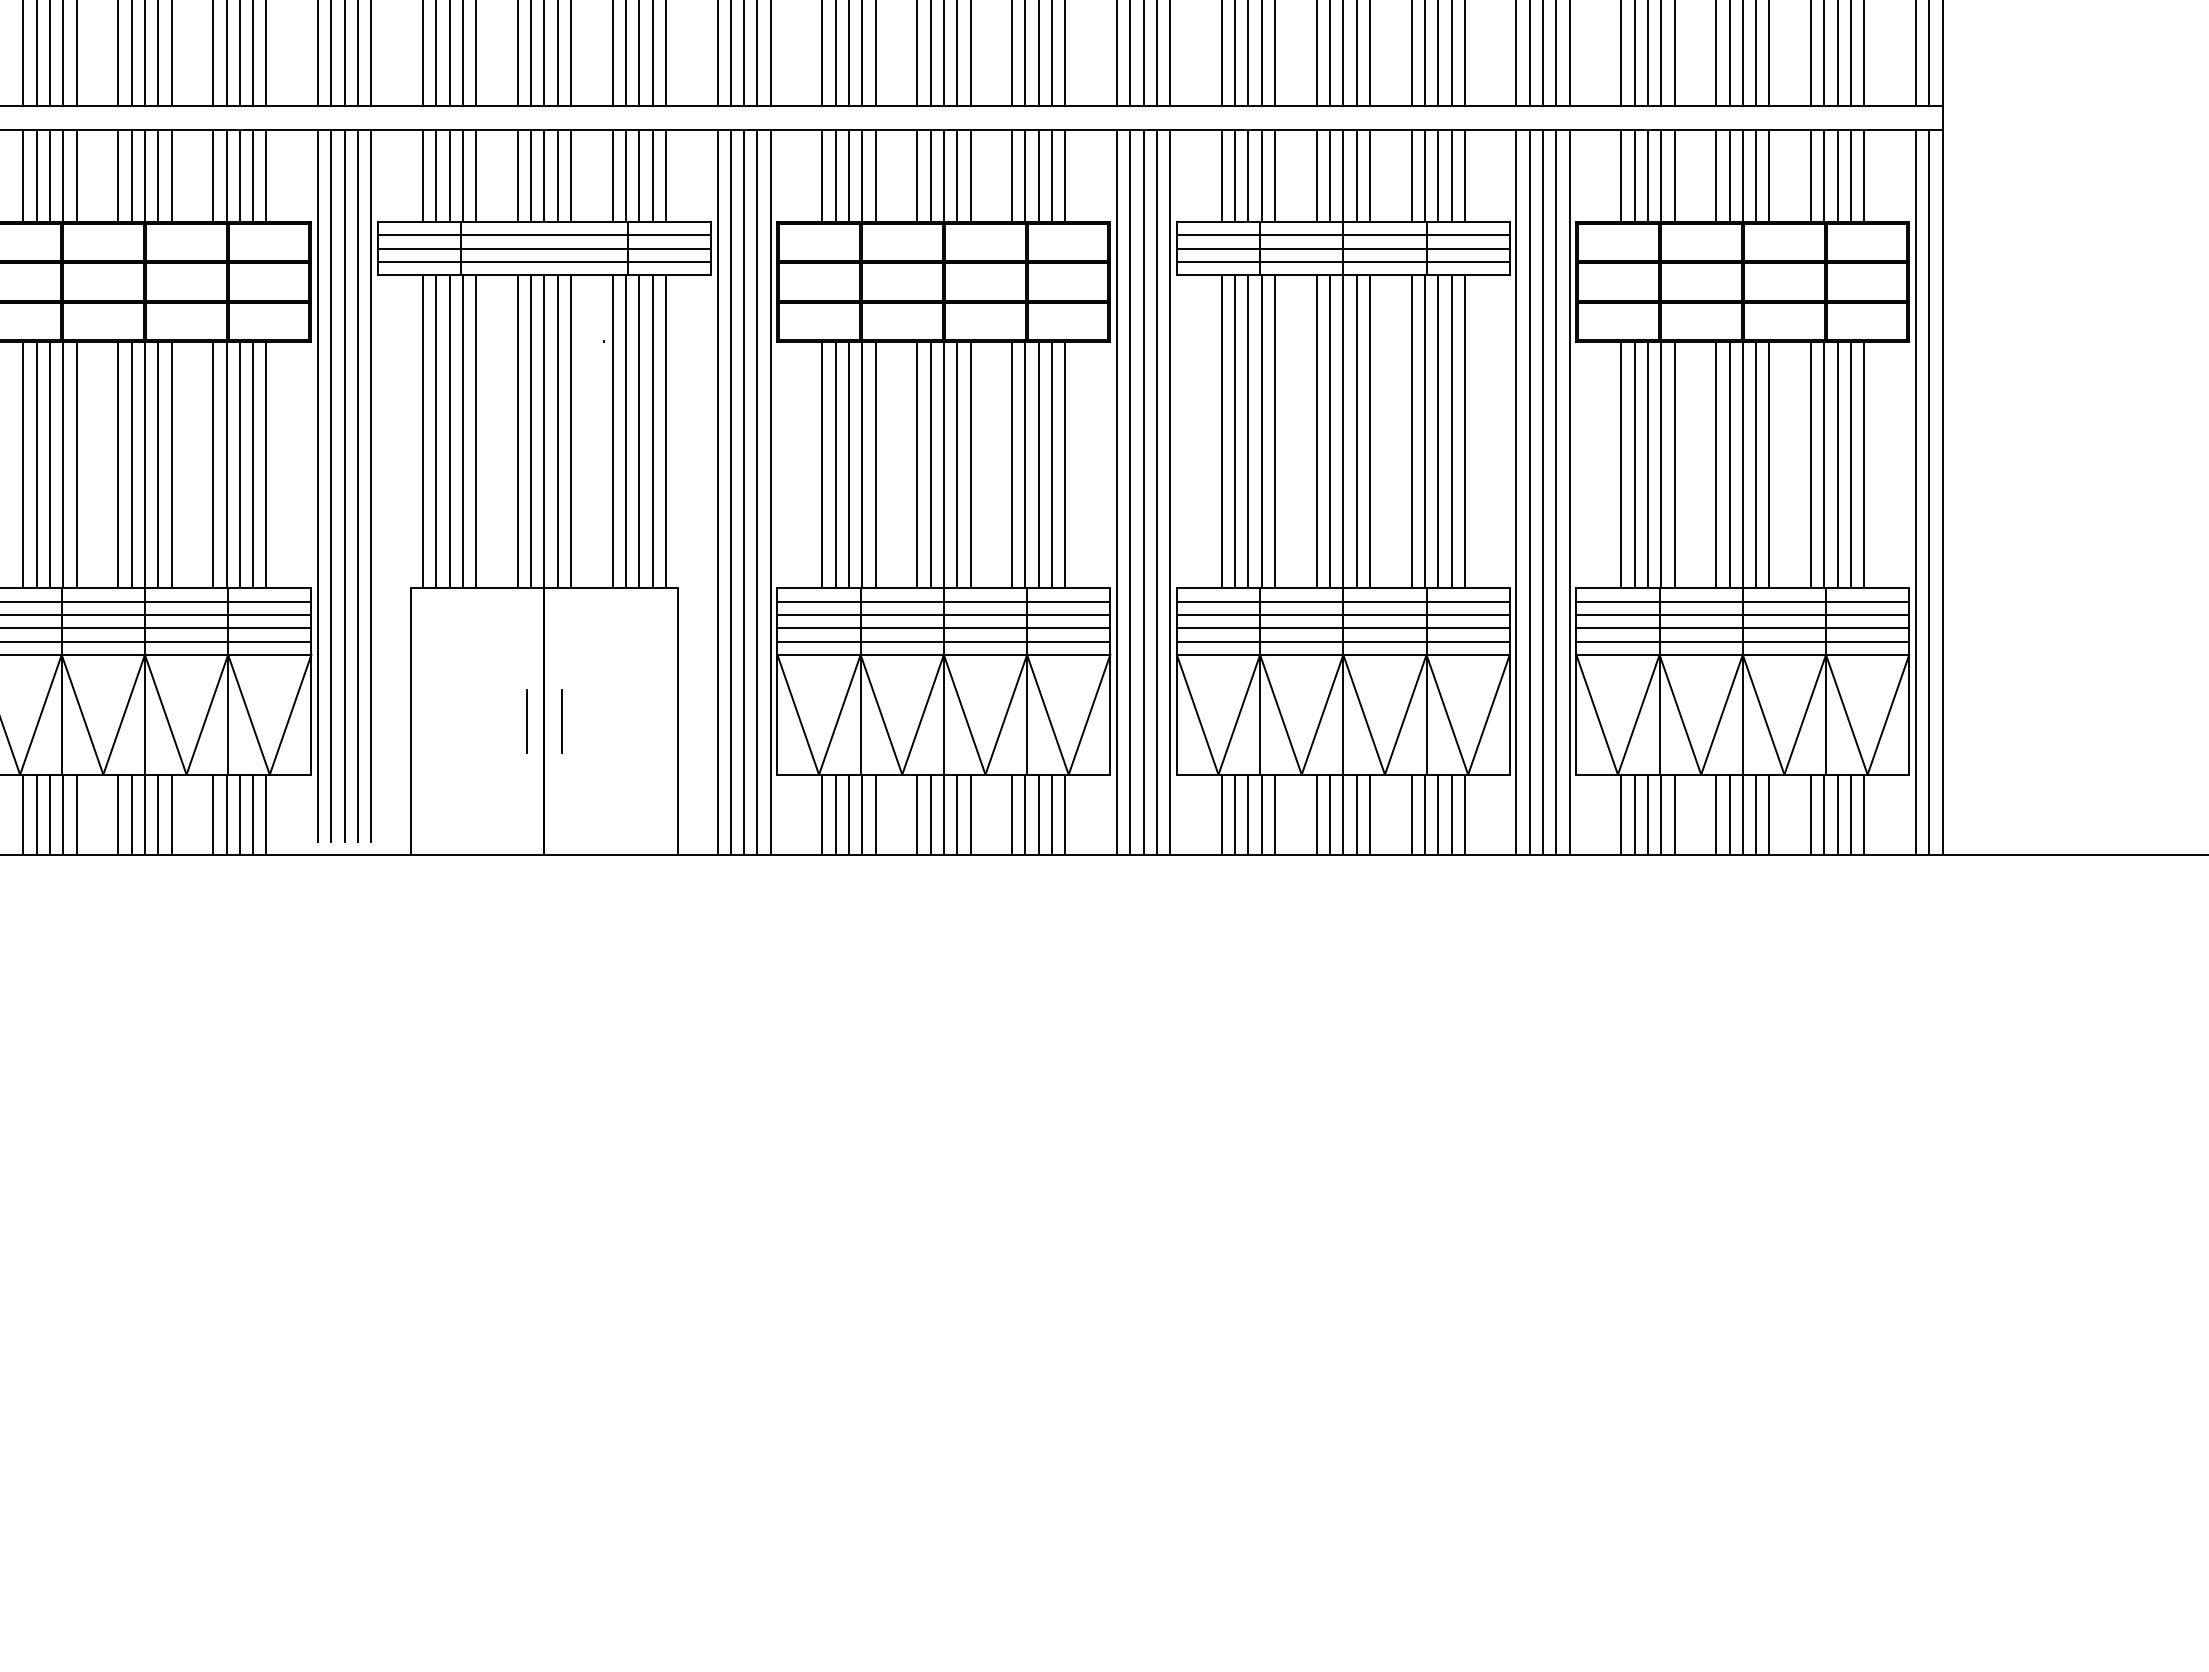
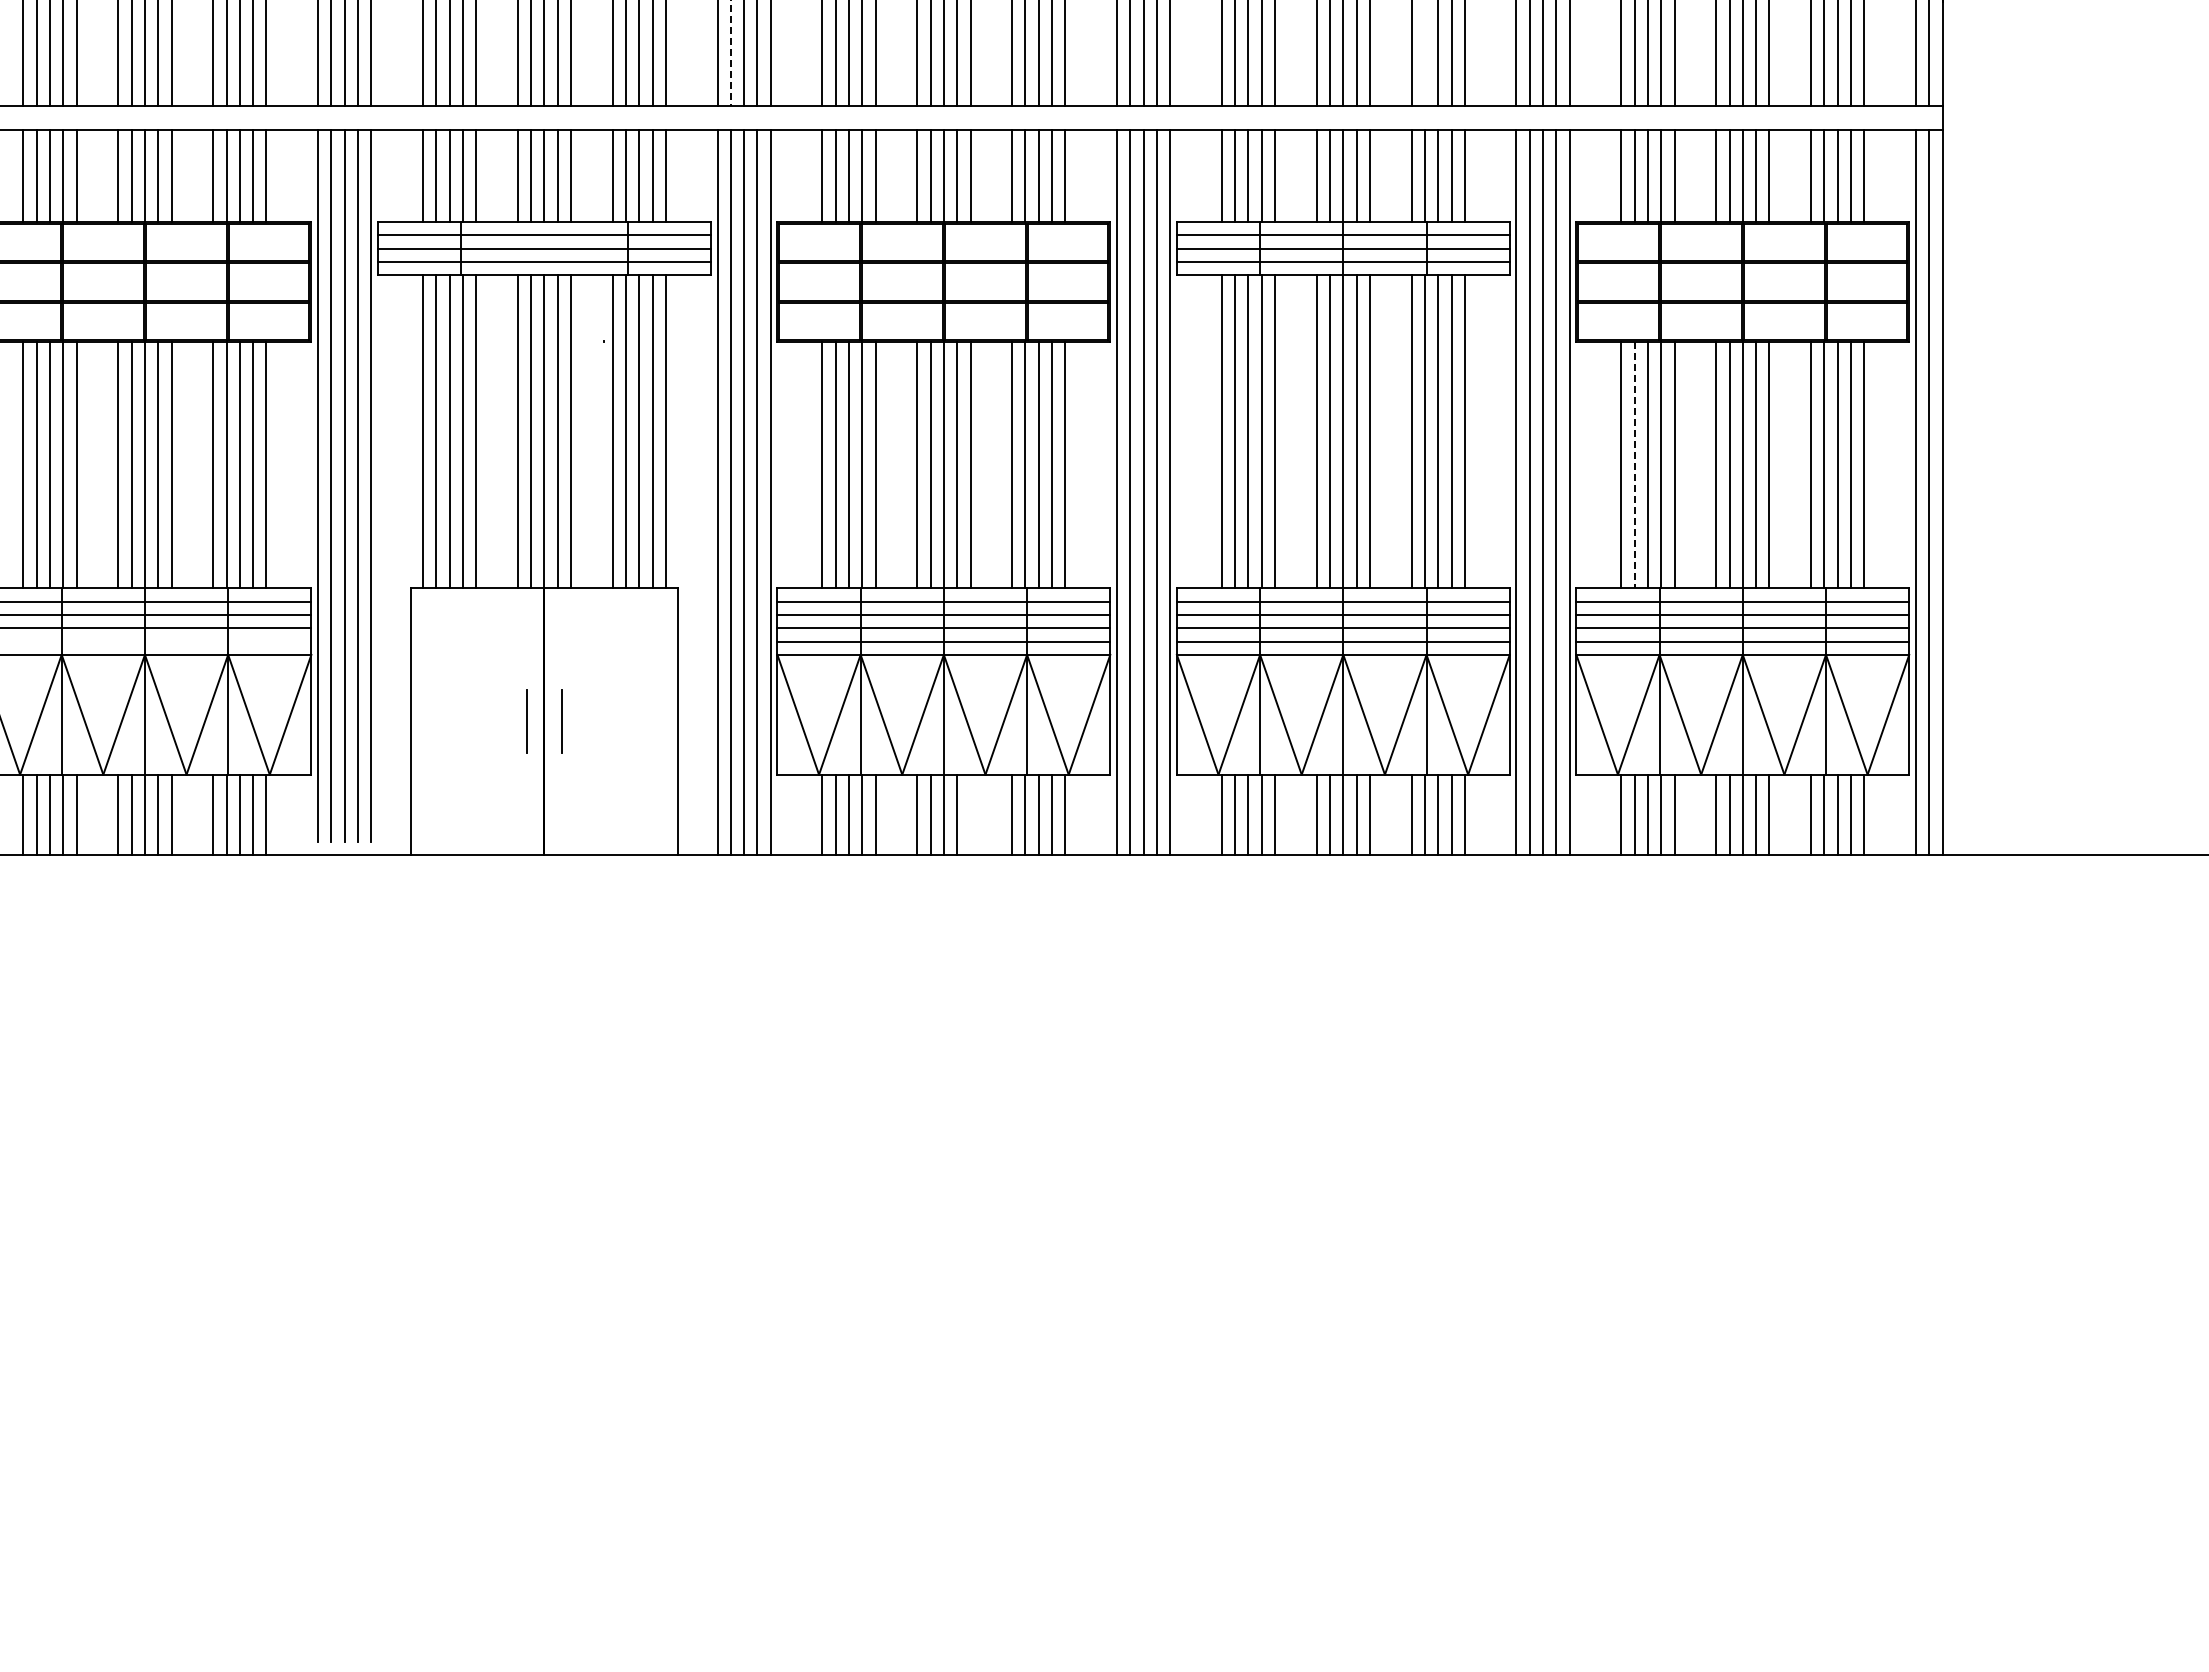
line at (730, 53): solid -> dashed
line at (1424, 53): present -> none
line at (1634, 465): solid -> dashed
line at (156, 641): present -> none
line at (970, 814): present -> none
